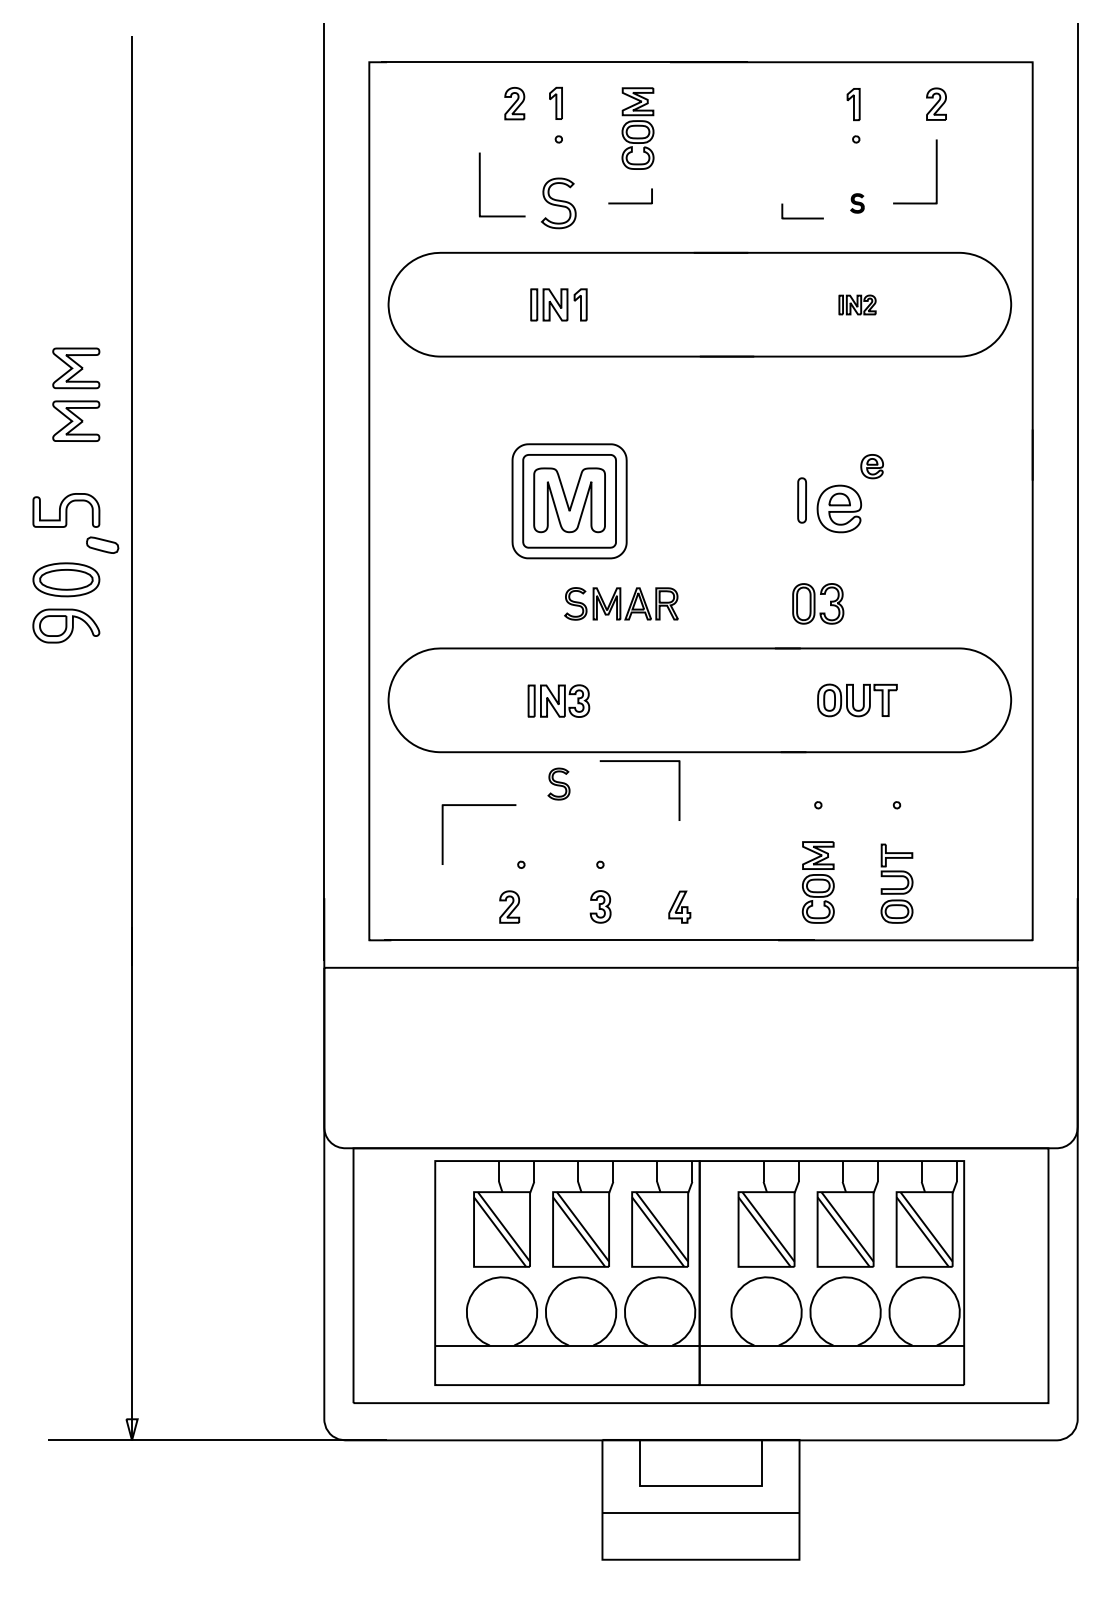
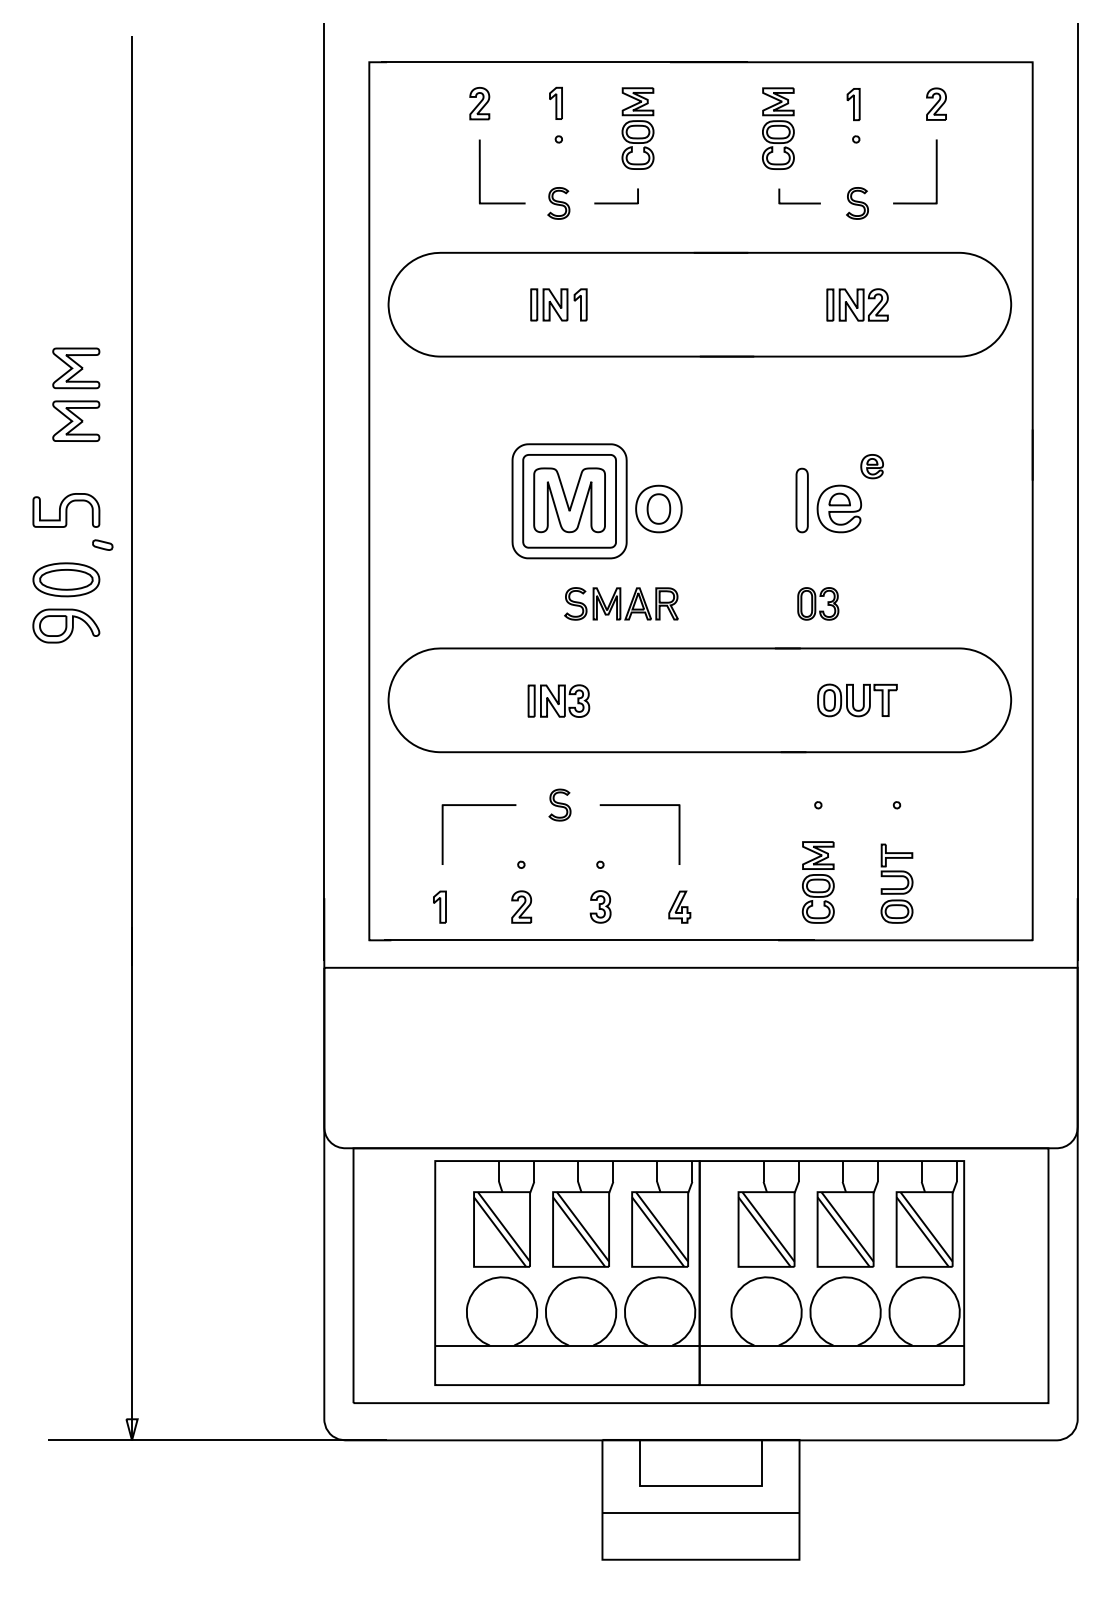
part at (514, 103) position: (514, 103) -> (479, 103)
part at (778, 128): none -> present
curve at (480, 184) position: (480, 184) -> (480, 171)
curve at (630, 202) position: (630, 202) -> (616, 202)
part at (558, 203) size: 36x53 px -> 24x33 px
part at (857, 203) size: 15x21 px -> 23x33 px
curve at (802, 217) position: (802, 217) -> (799, 202)
part at (857, 304) size: 39x22 px -> 63x34 px
part at (801, 500) size: 10x47 px -> 14x67 px
part at (658, 508): none -> present
part at (102, 544) size: 34x18 px -> 22x12 px
part at (818, 603) size: 53x42 px -> 43x34 px
curve at (639, 761) position: (639, 761) -> (639, 805)
part at (558, 783) position: (558, 783) -> (559, 804)
part at (439, 906): none -> present
part at (509, 906) position: (509, 906) -> (521, 906)
